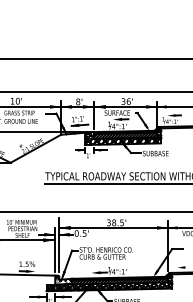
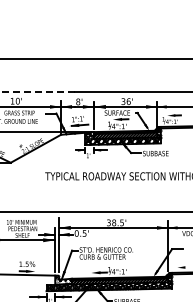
line at (37, 91): solid -> dashed
line at (116, 184): present -> none
